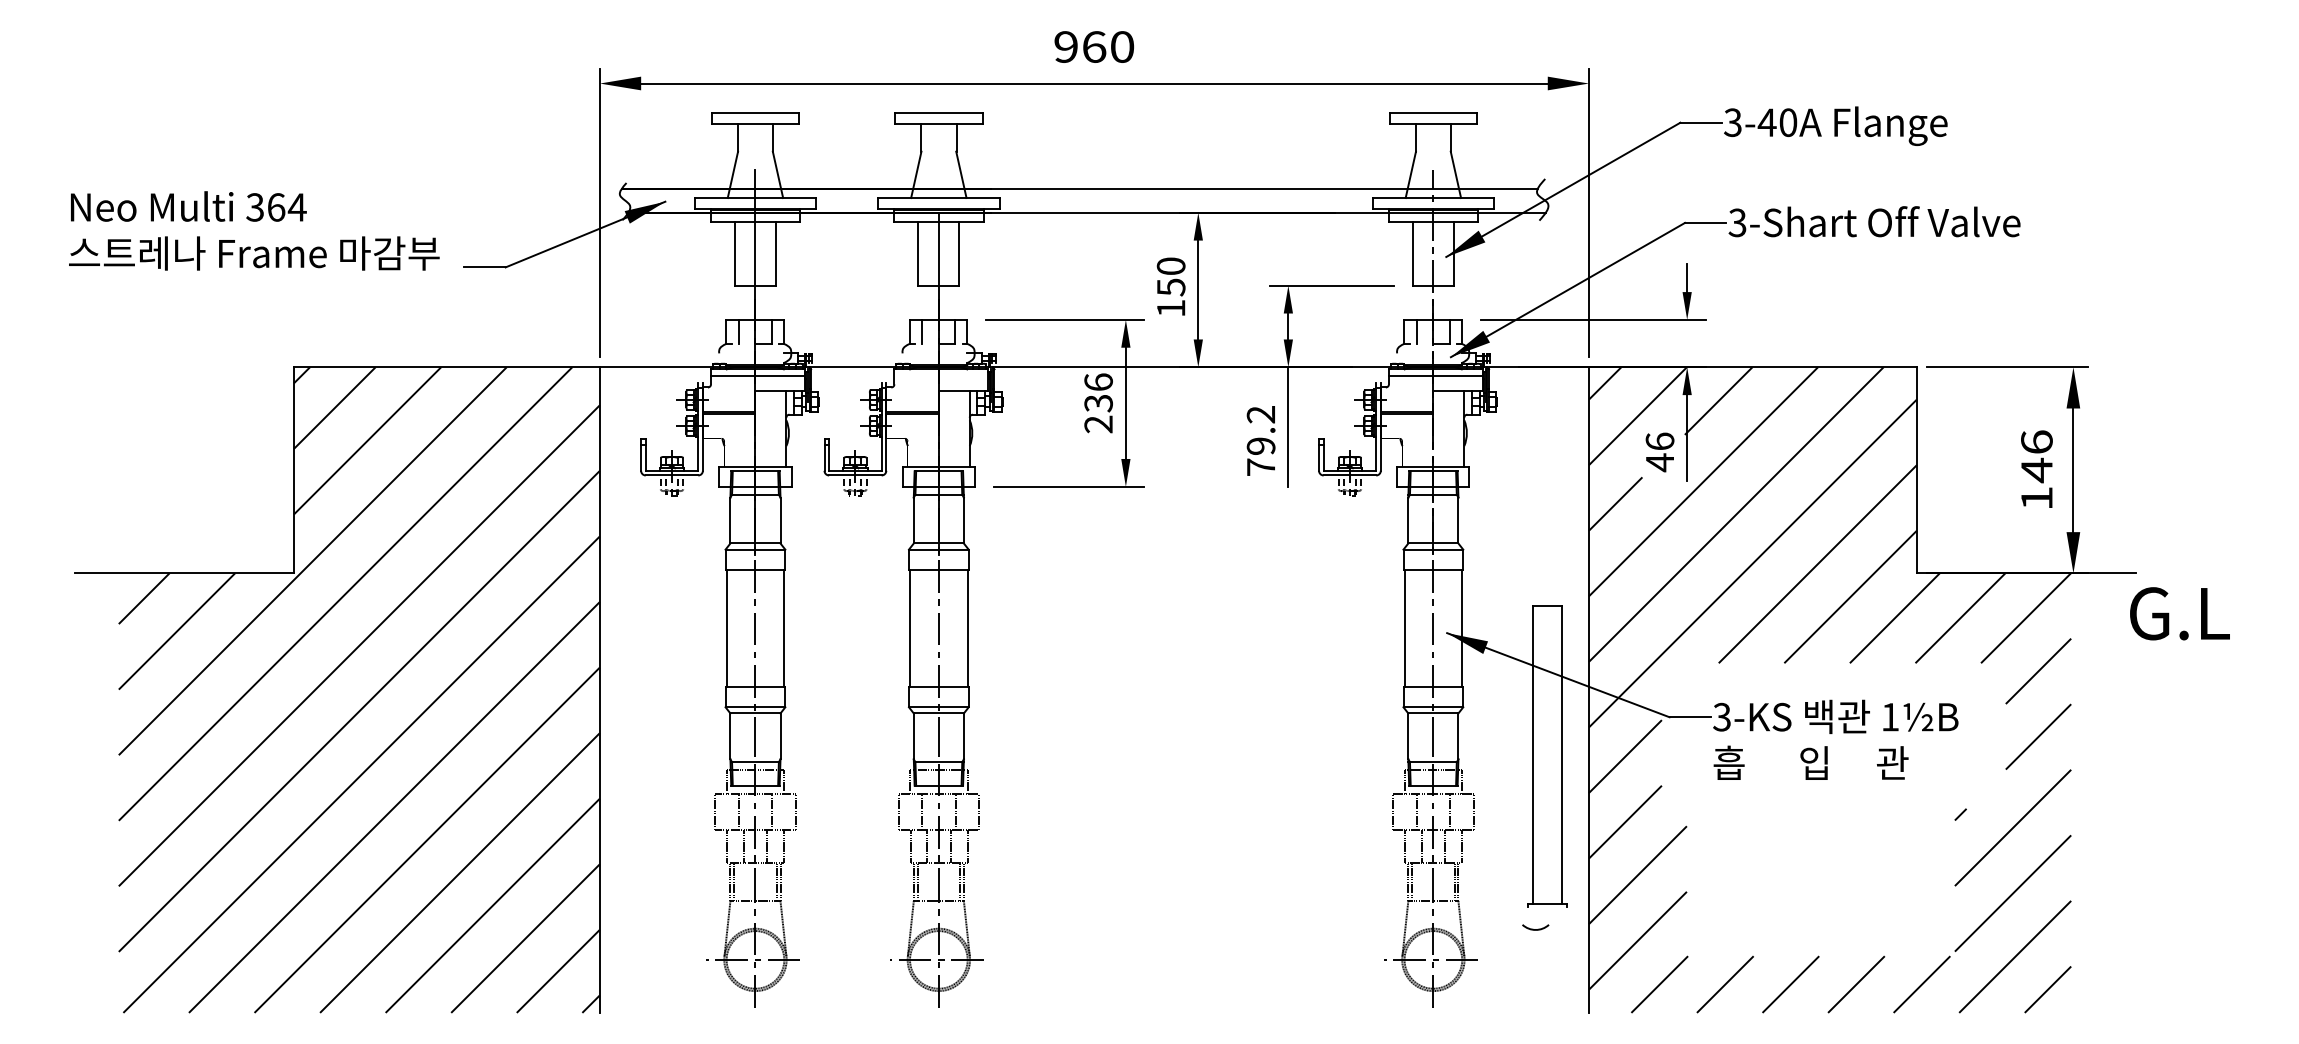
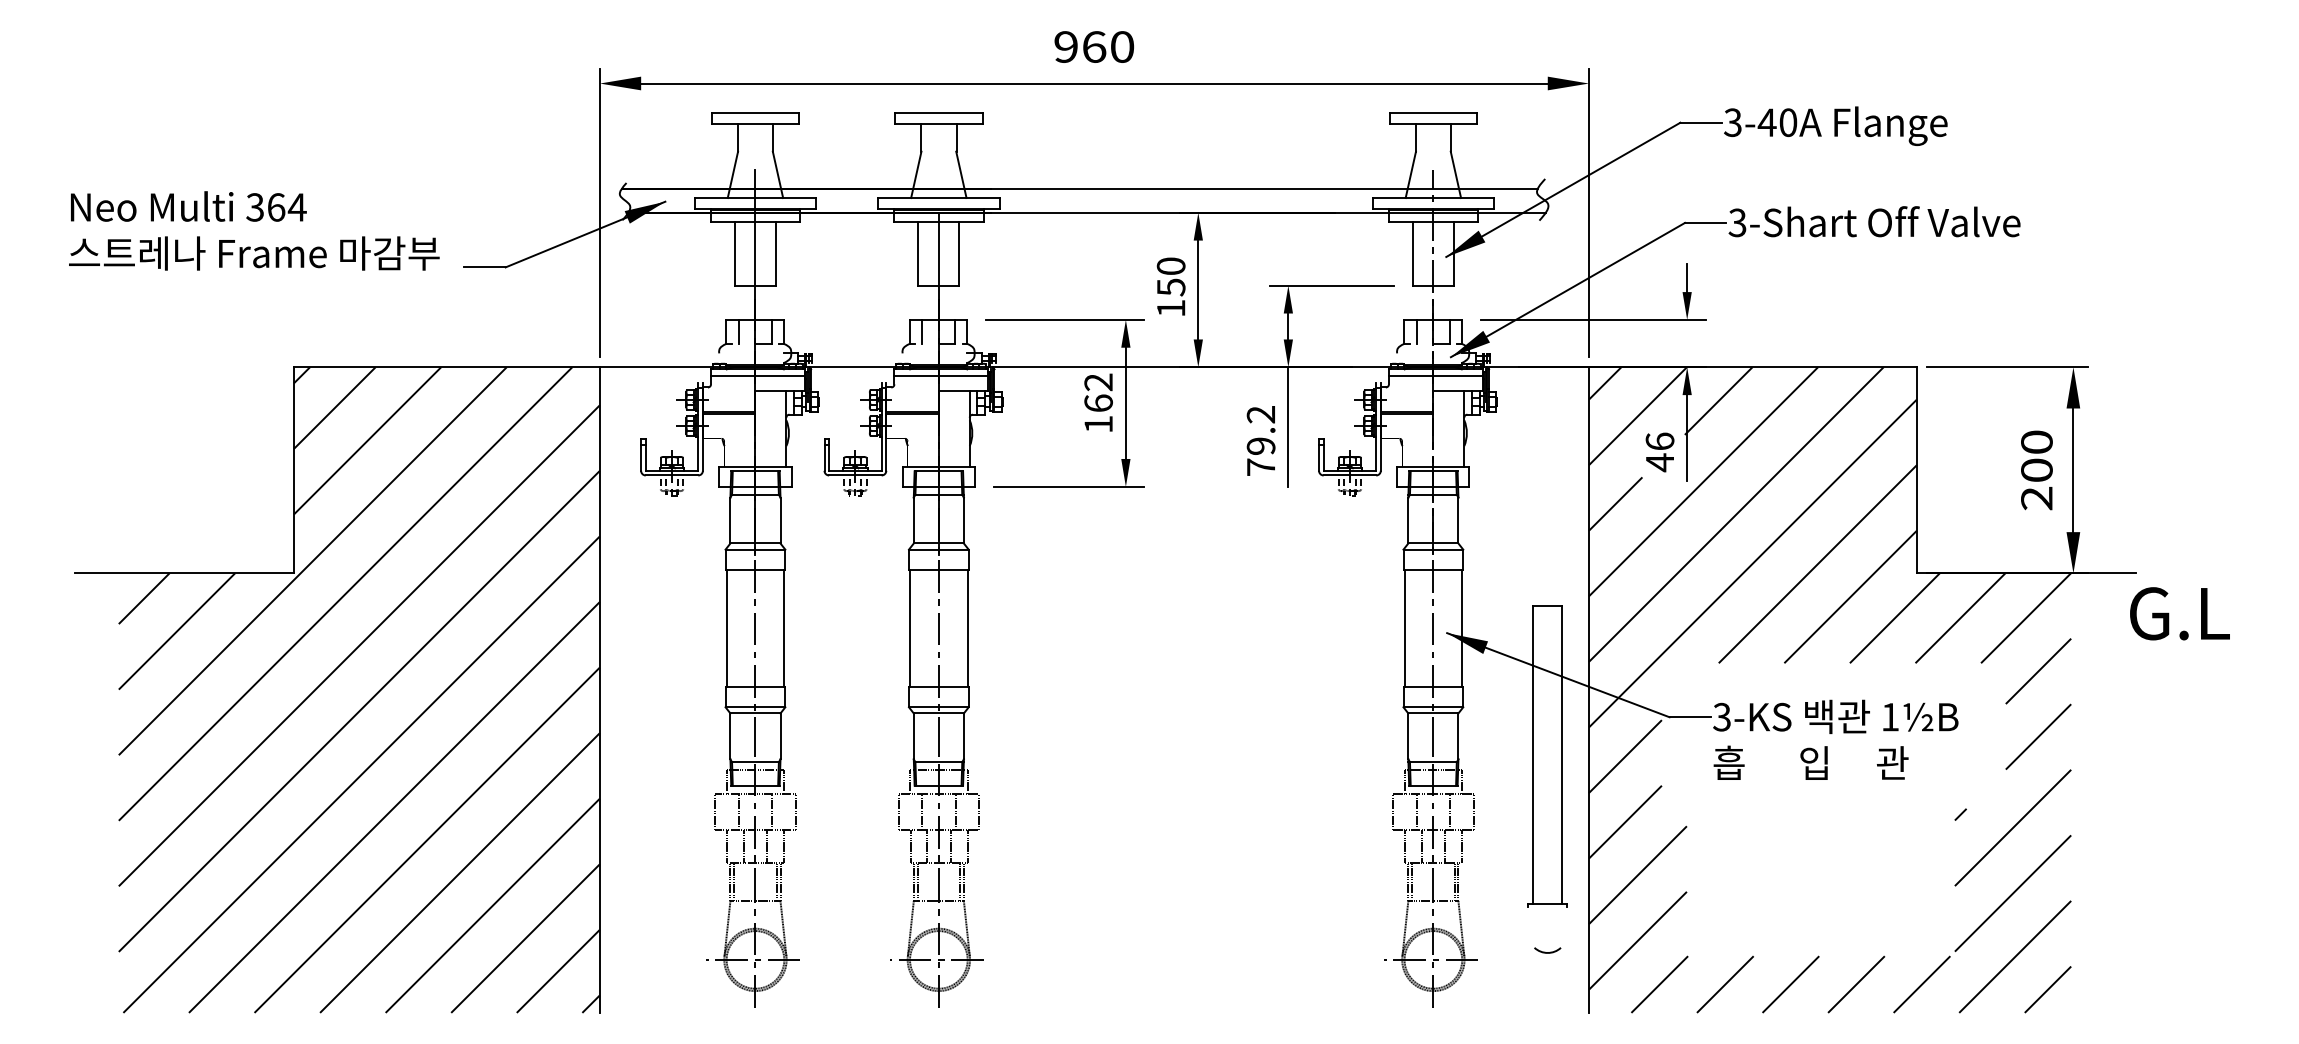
line at (941, 375): none -> present
text at (1098, 403): 236 -> 162
text at (2036, 470): 146 -> 200
arc at (1535, 929) position: (1535, 929) -> (1547, 952)
